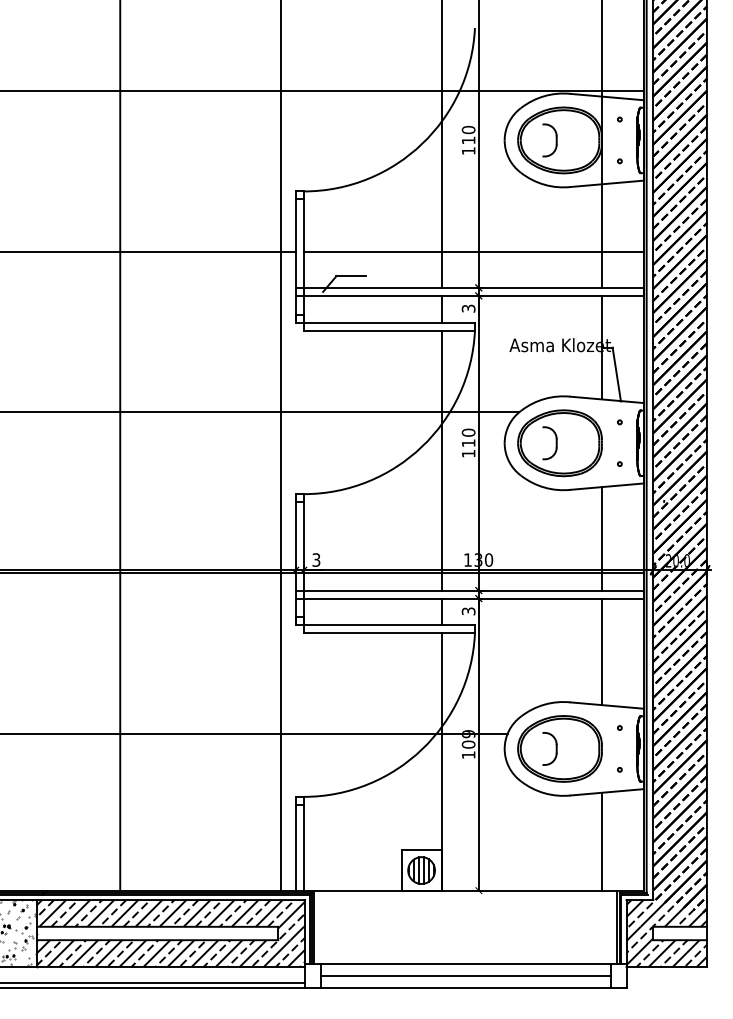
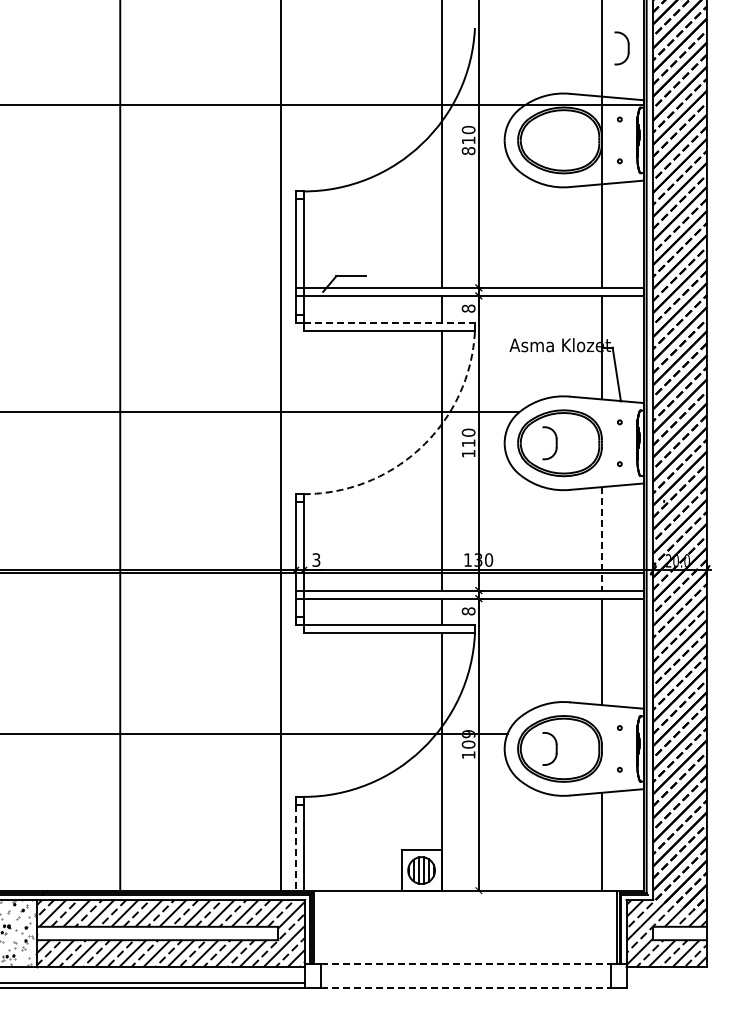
line at (322, 90) position: (322, 90) -> (322, 104)
part at (549, 140) position: (549, 140) -> (621, 48)
text at (468, 151): 110 -> 810
line at (148, 251): present -> none
line at (473, 251): present -> none
text at (468, 308): 3 -> 8
line at (389, 322): solid -> dashed
arc at (422, 446): solid -> dashed
line at (602, 538): solid -> dashed
text at (468, 611): 3 -> 8
line at (295, 847): solid -> dashed
line at (465, 964): solid -> dashed
line at (465, 976): present -> none
line at (465, 988): solid -> dashed
